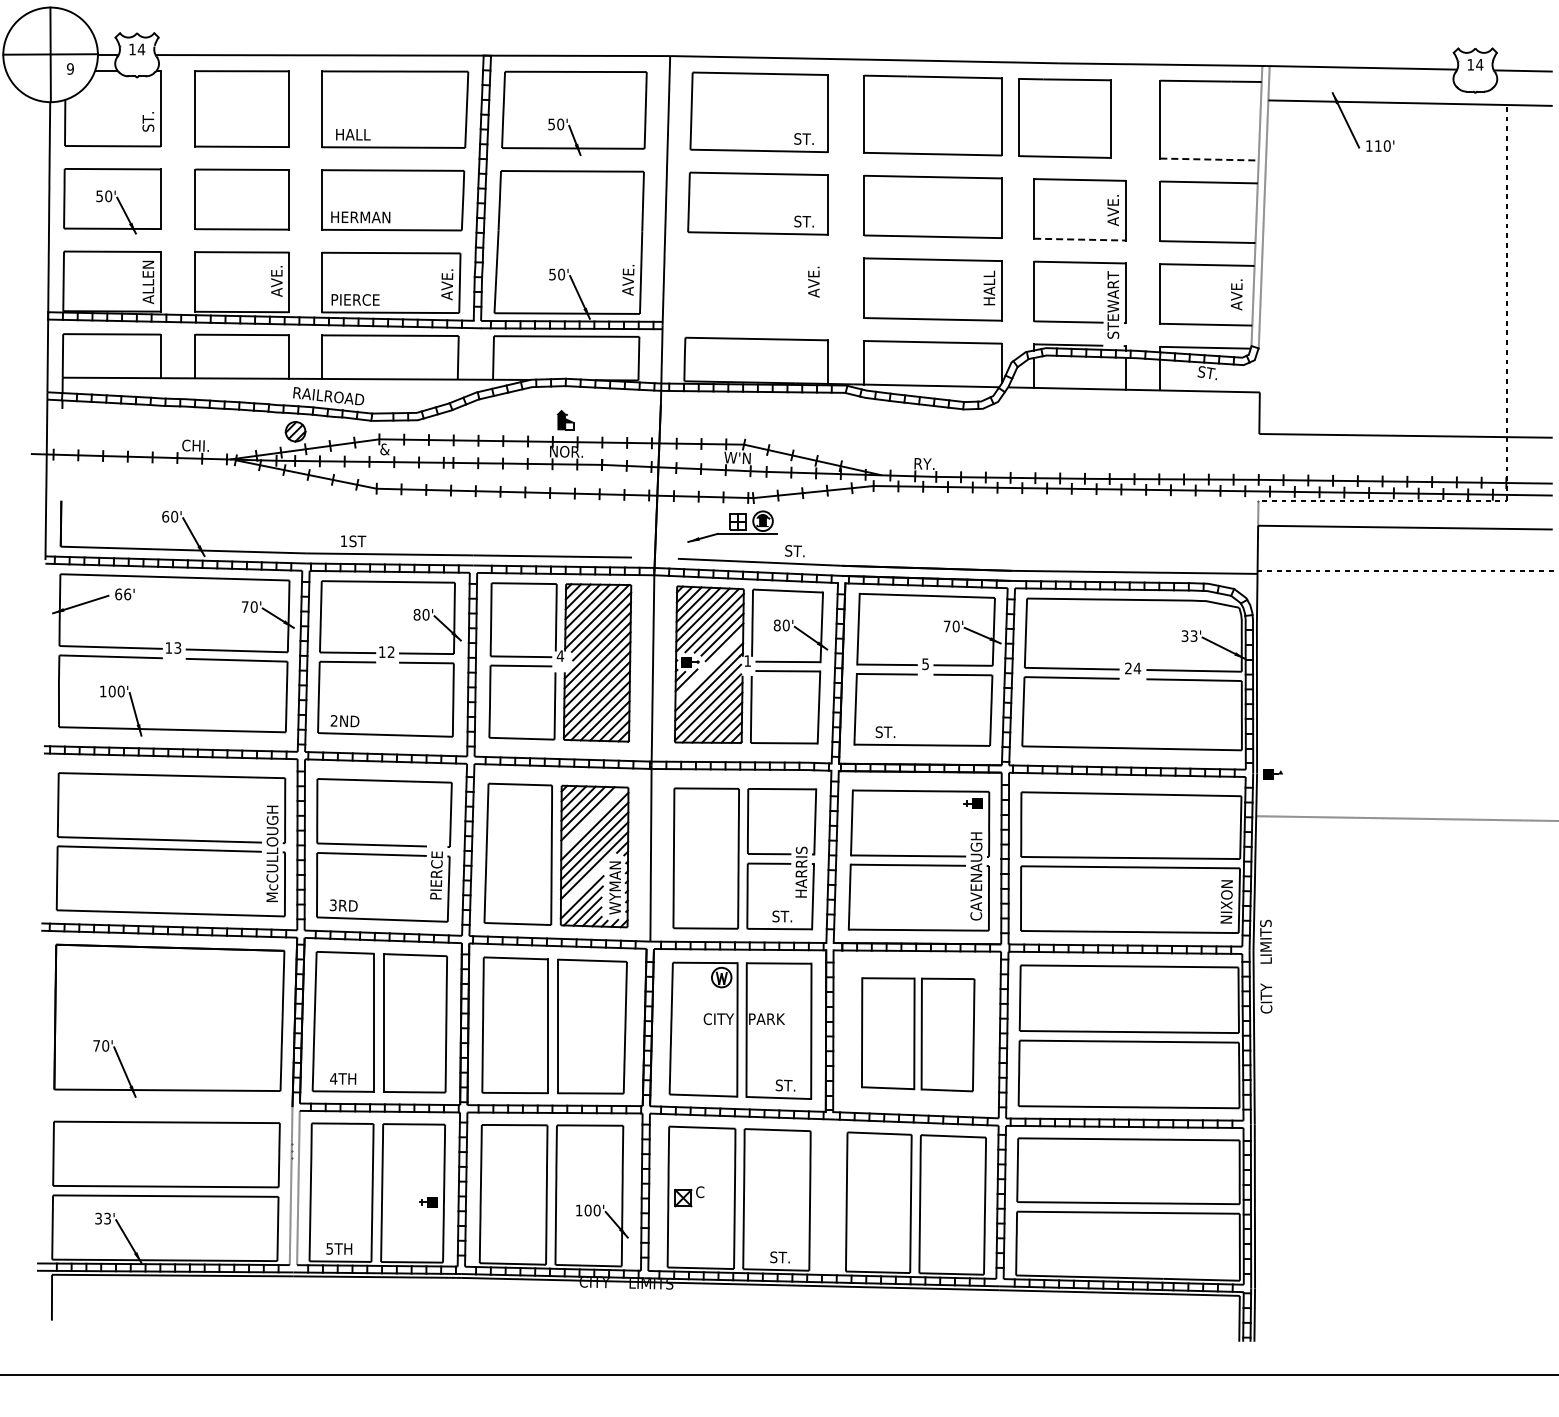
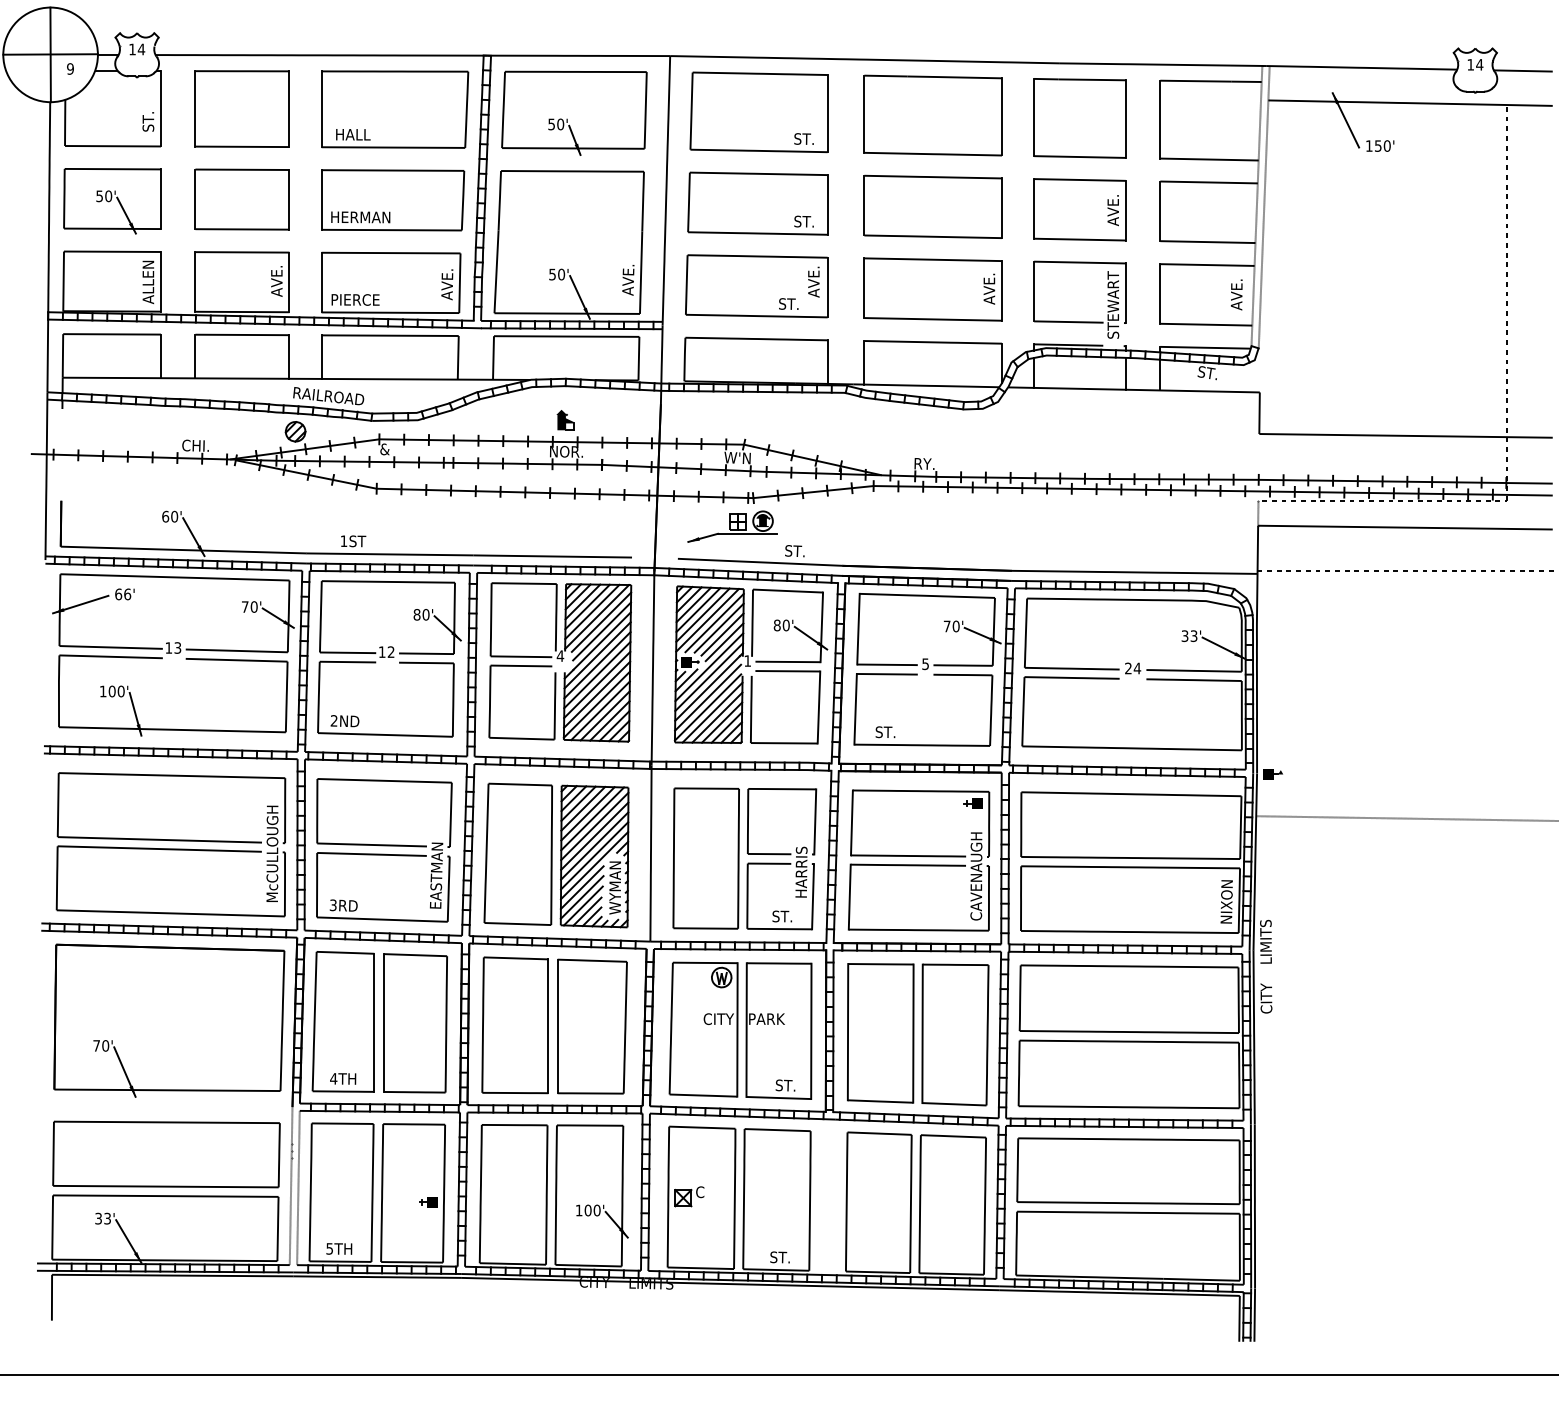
part at (1064, 118) position: (1064, 118) -> (1079, 118)
text at (1378, 145): 110' -> 150'
line at (1209, 159): dashed -> solid
line at (1080, 239): dashed -> solid
part at (756, 286): none -> present
text at (989, 287): HALL -> AVE.
line at (709, 667): none -> present
line at (592, 818): none -> present
text at (436, 875): PIERCE -> EASTMAN
line at (581, 887): none -> present
part at (918, 1034) size: 115x116 px -> 143x144 px
